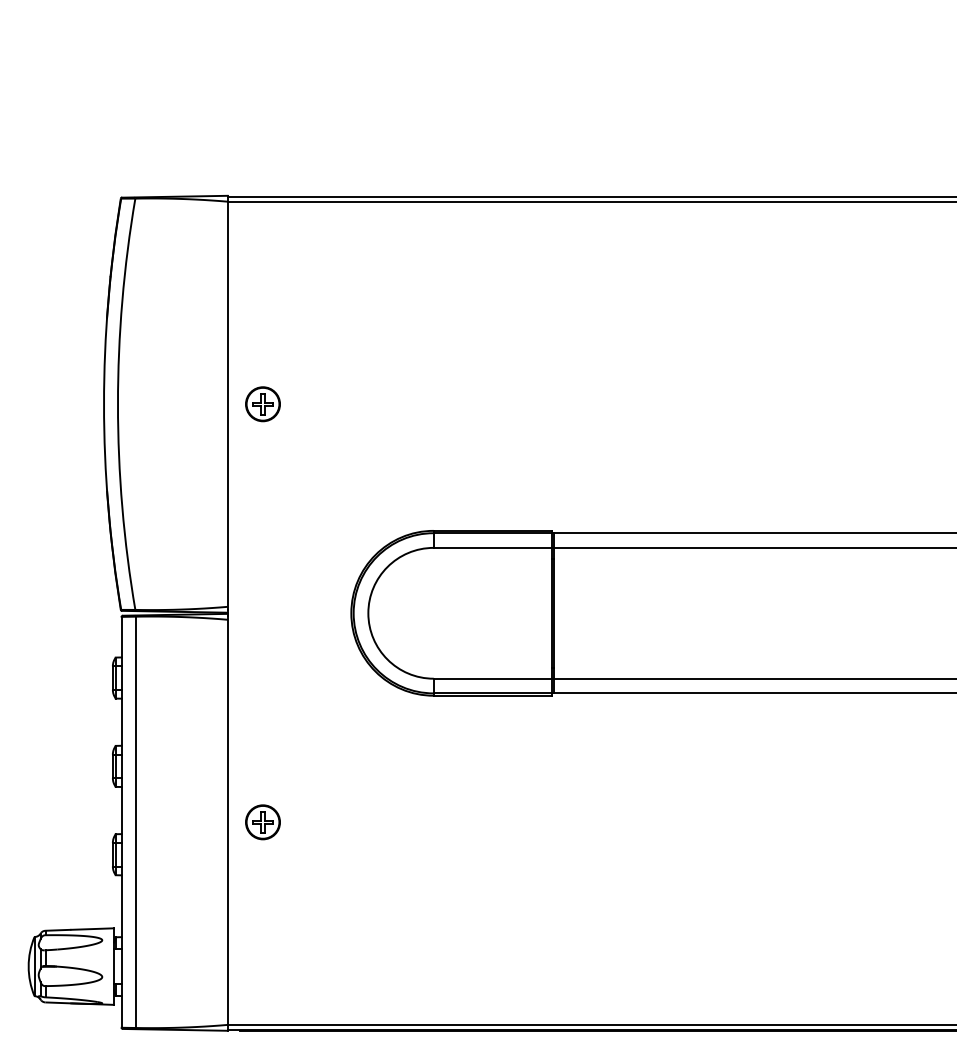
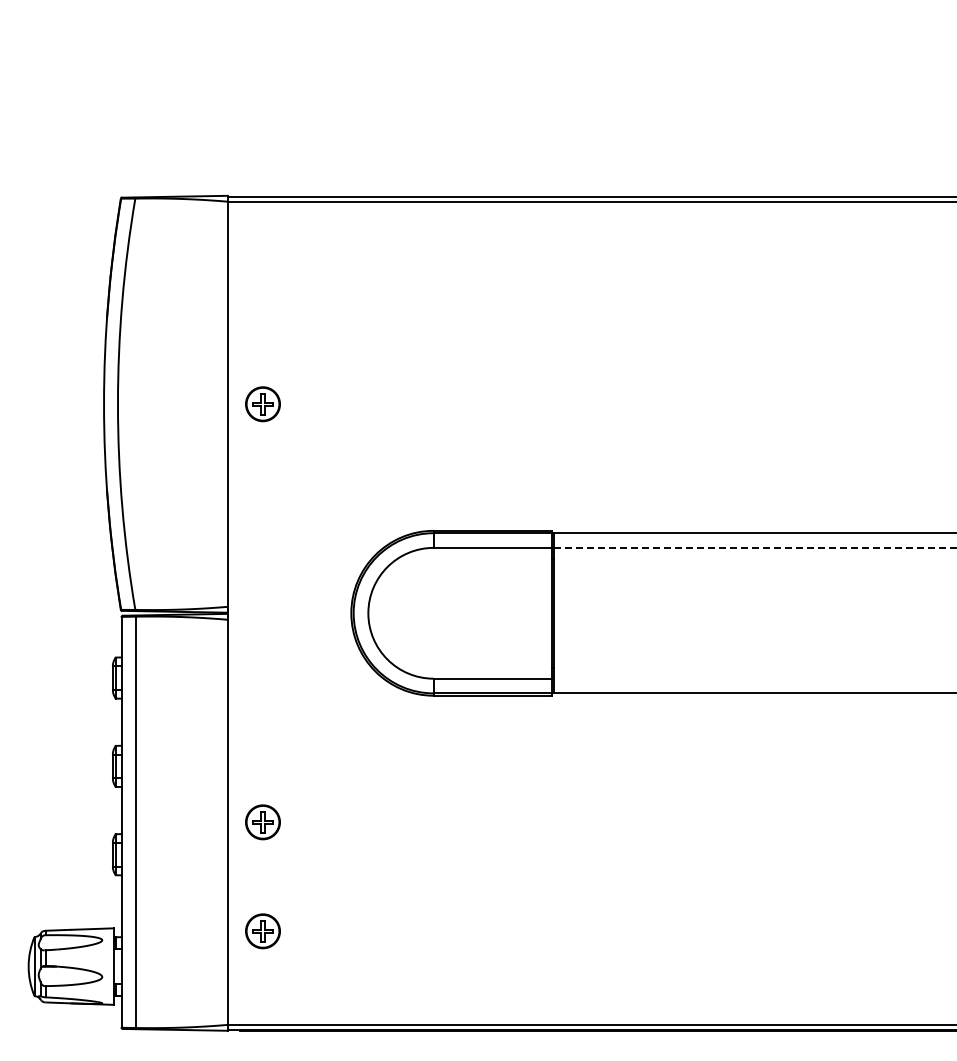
line at (755, 547): solid -> dashed
line at (753, 678): present -> none
part at (262, 931): none -> present
